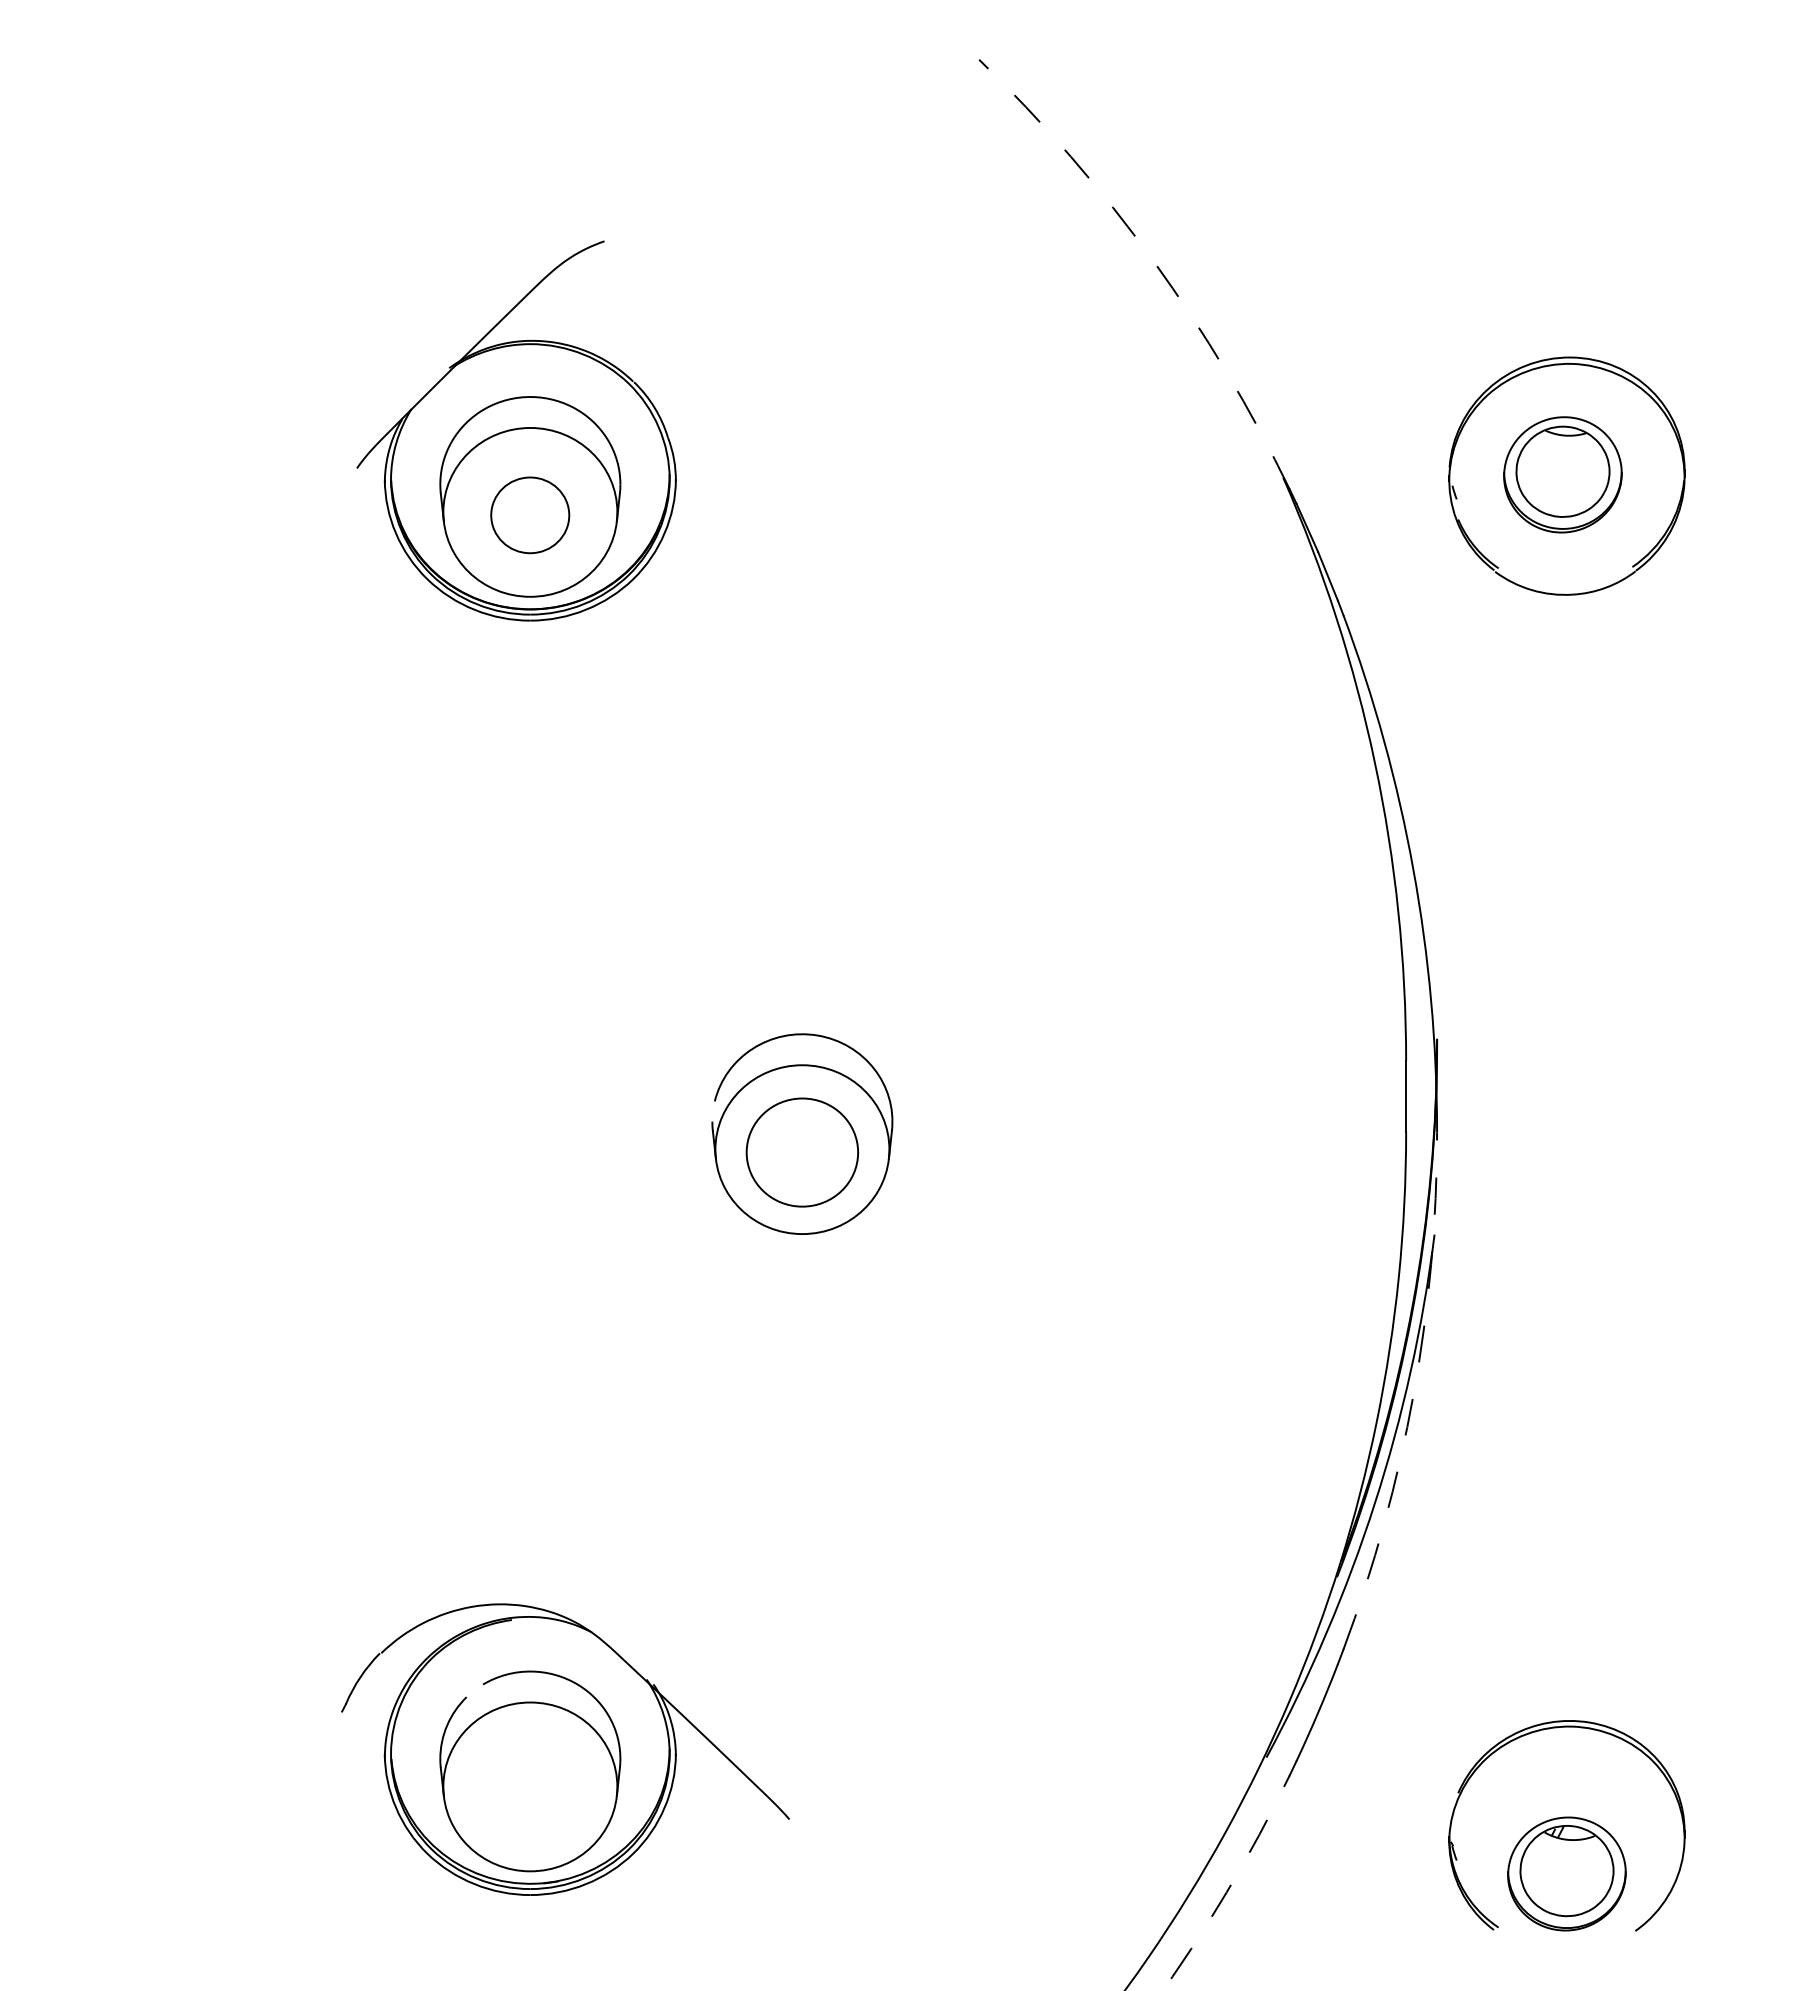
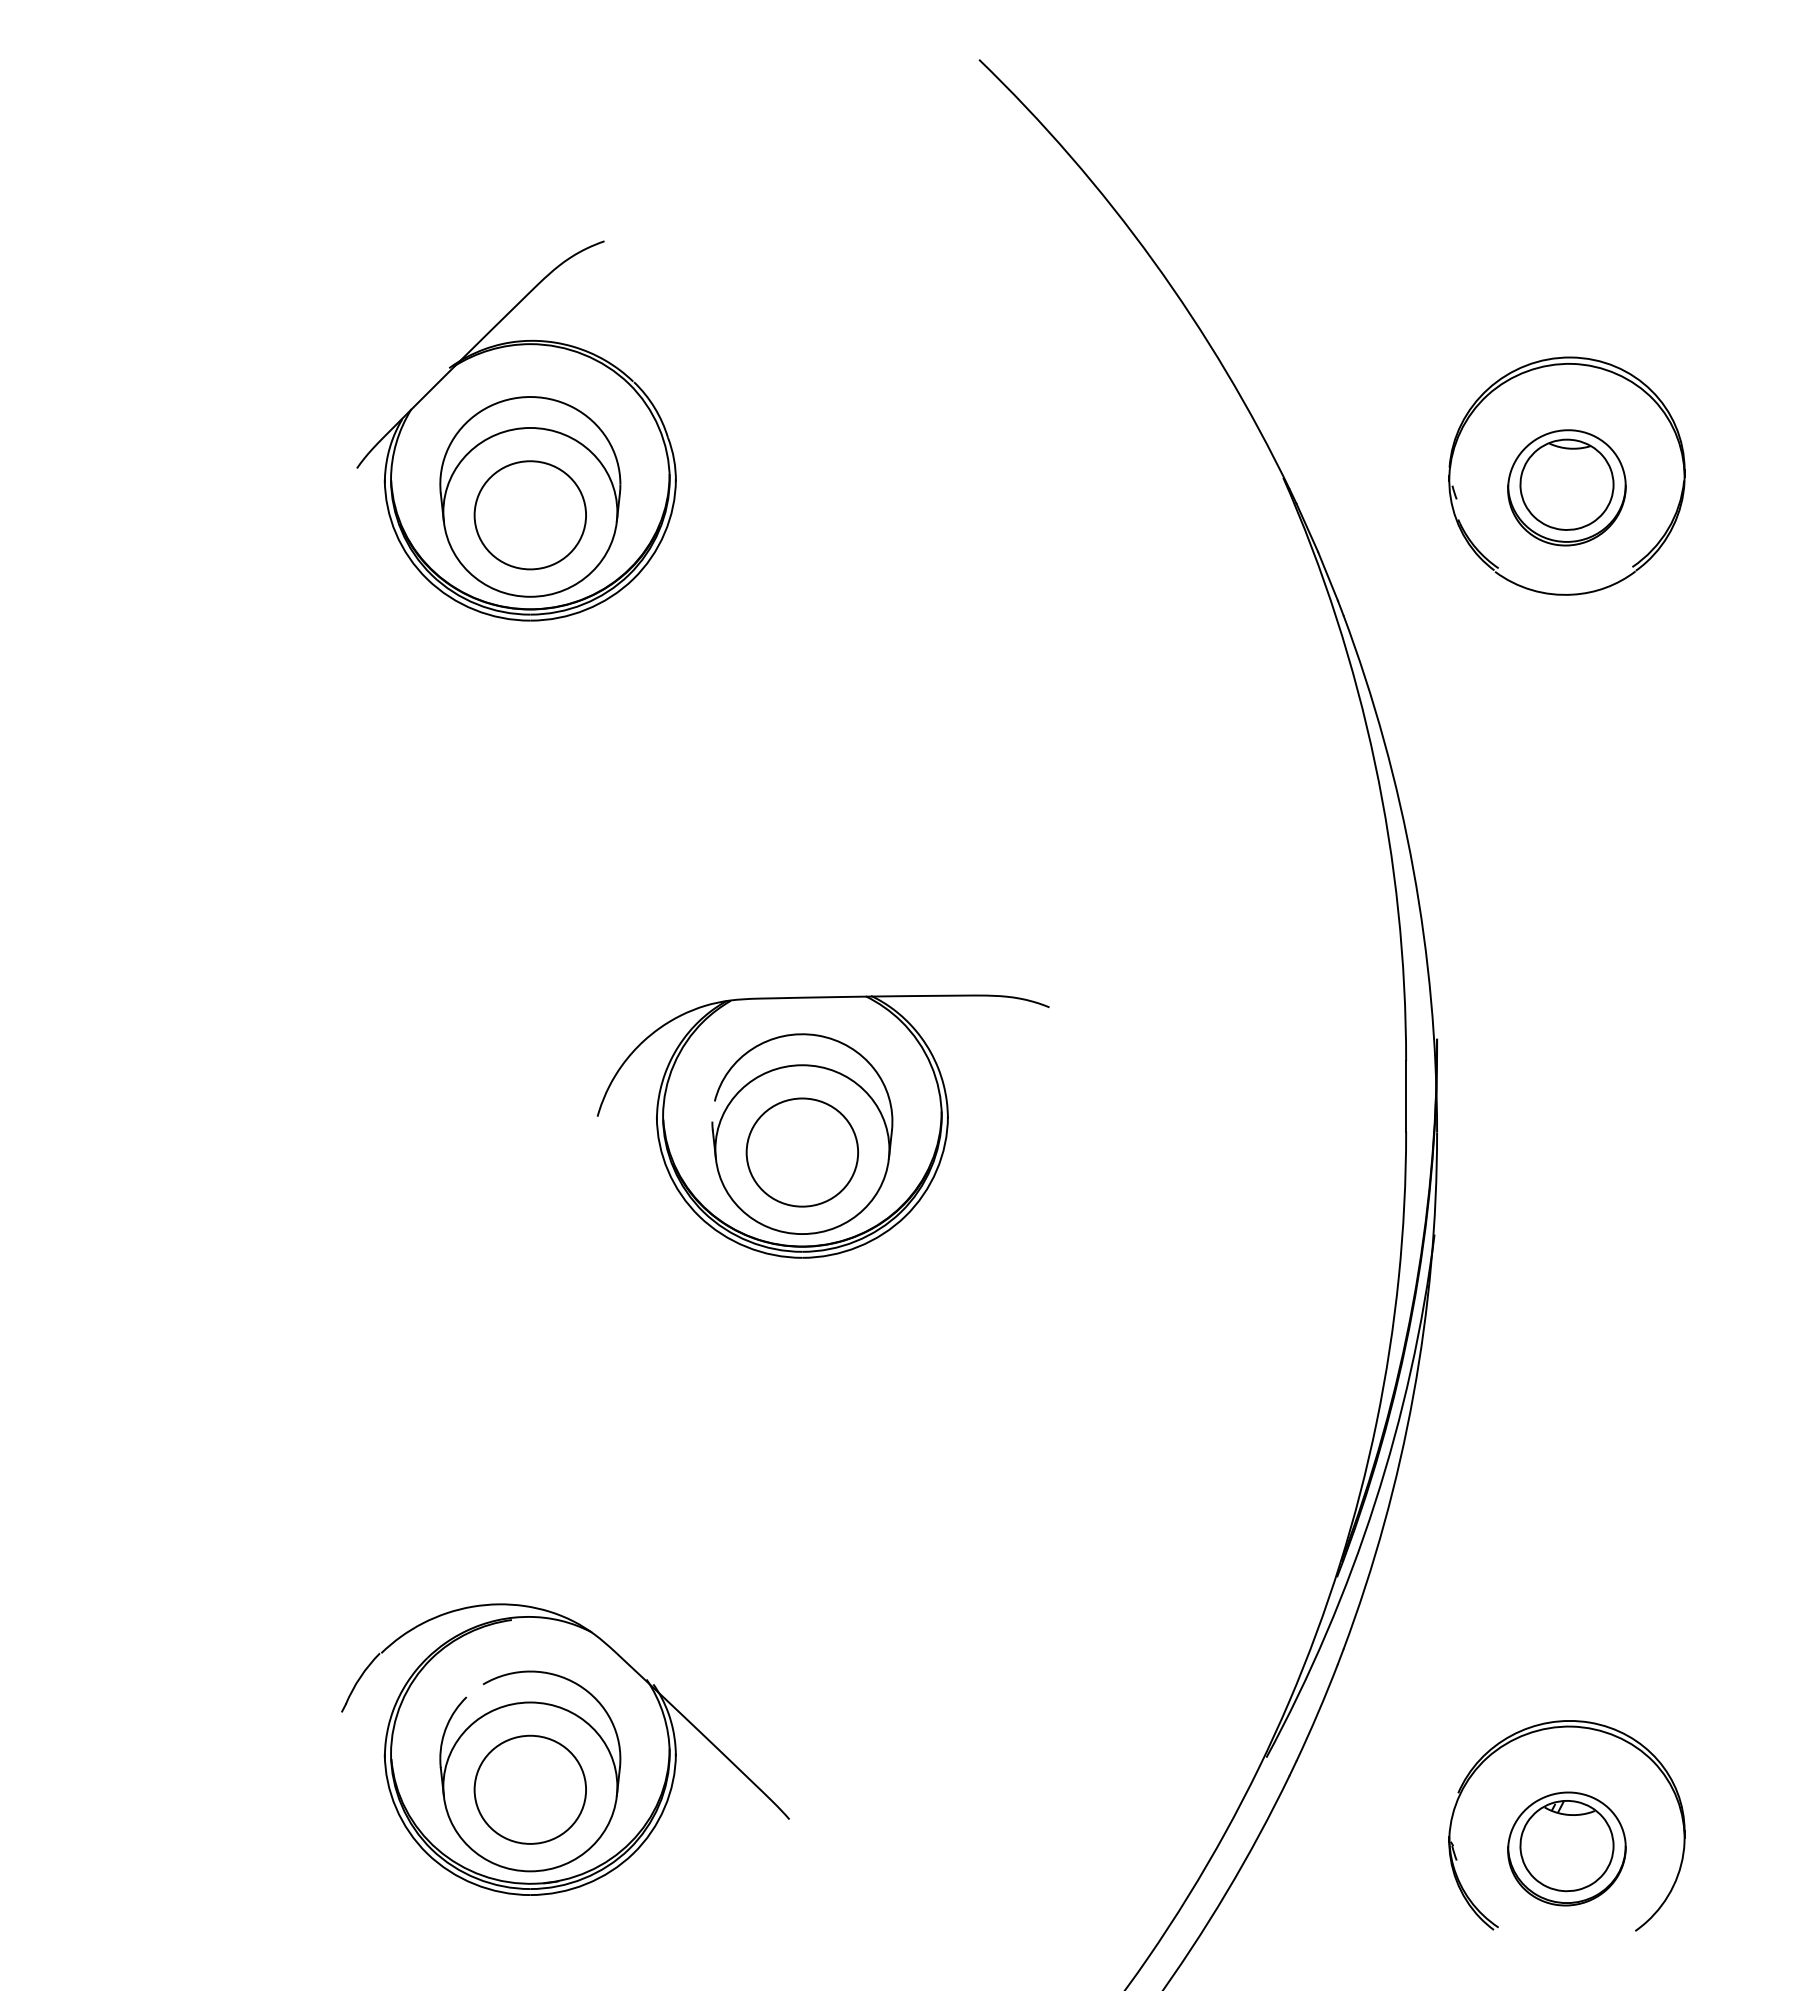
arc at (1153, 260): dashed -> solid
part at (1562, 474) position: (1562, 474) -> (1566, 487)
part at (530, 515) size: 81x79 px -> 114x111 px
part at (822, 1126): none -> present
arc at (1413, 1395): dashed -> solid
part at (529, 1789): none -> present
part at (1566, 1873) position: (1566, 1873) -> (1566, 1848)
arc at (1230, 1885): dashed -> solid
